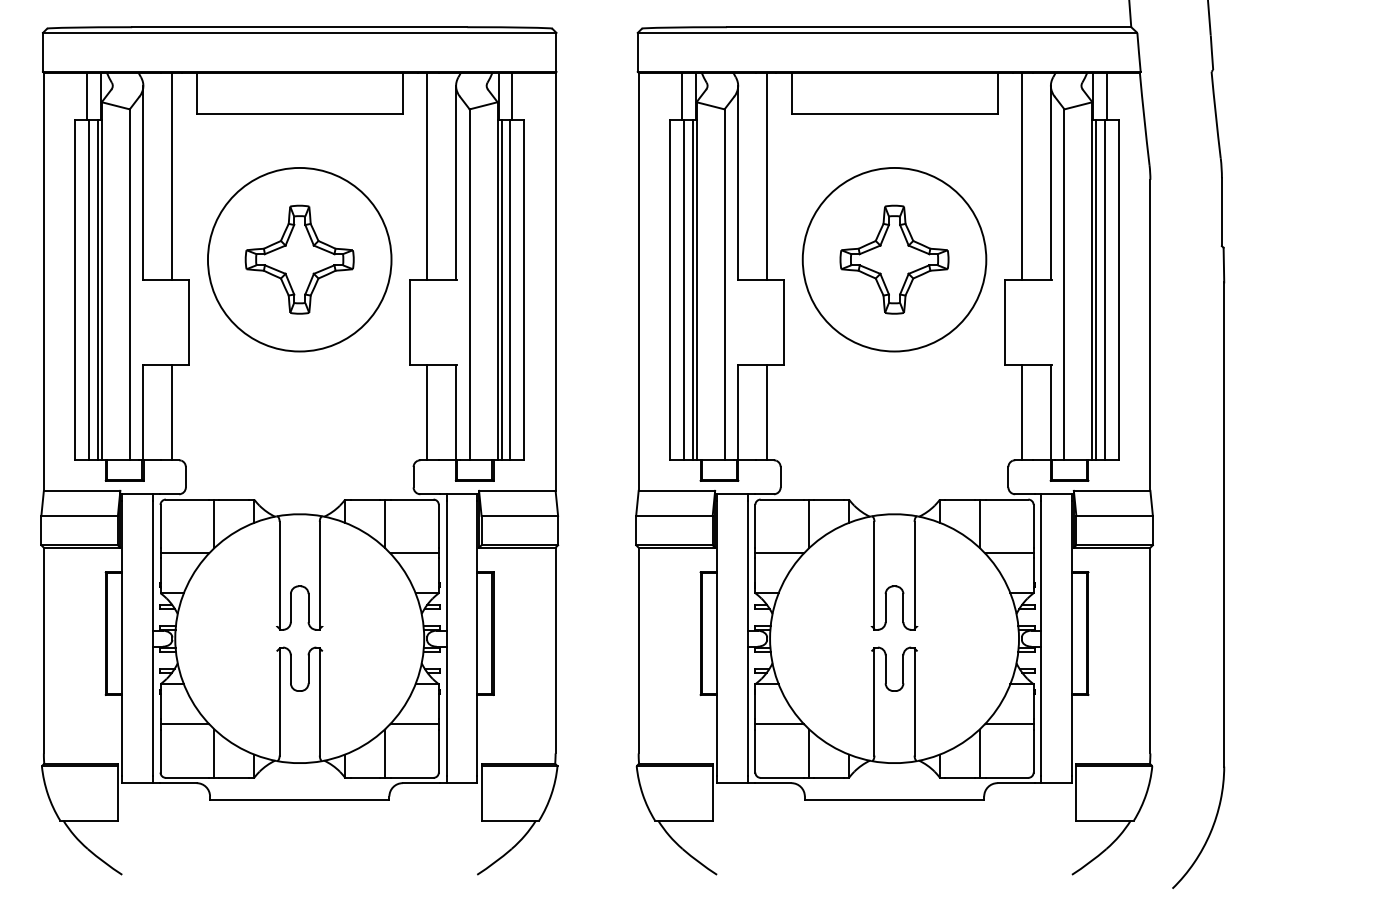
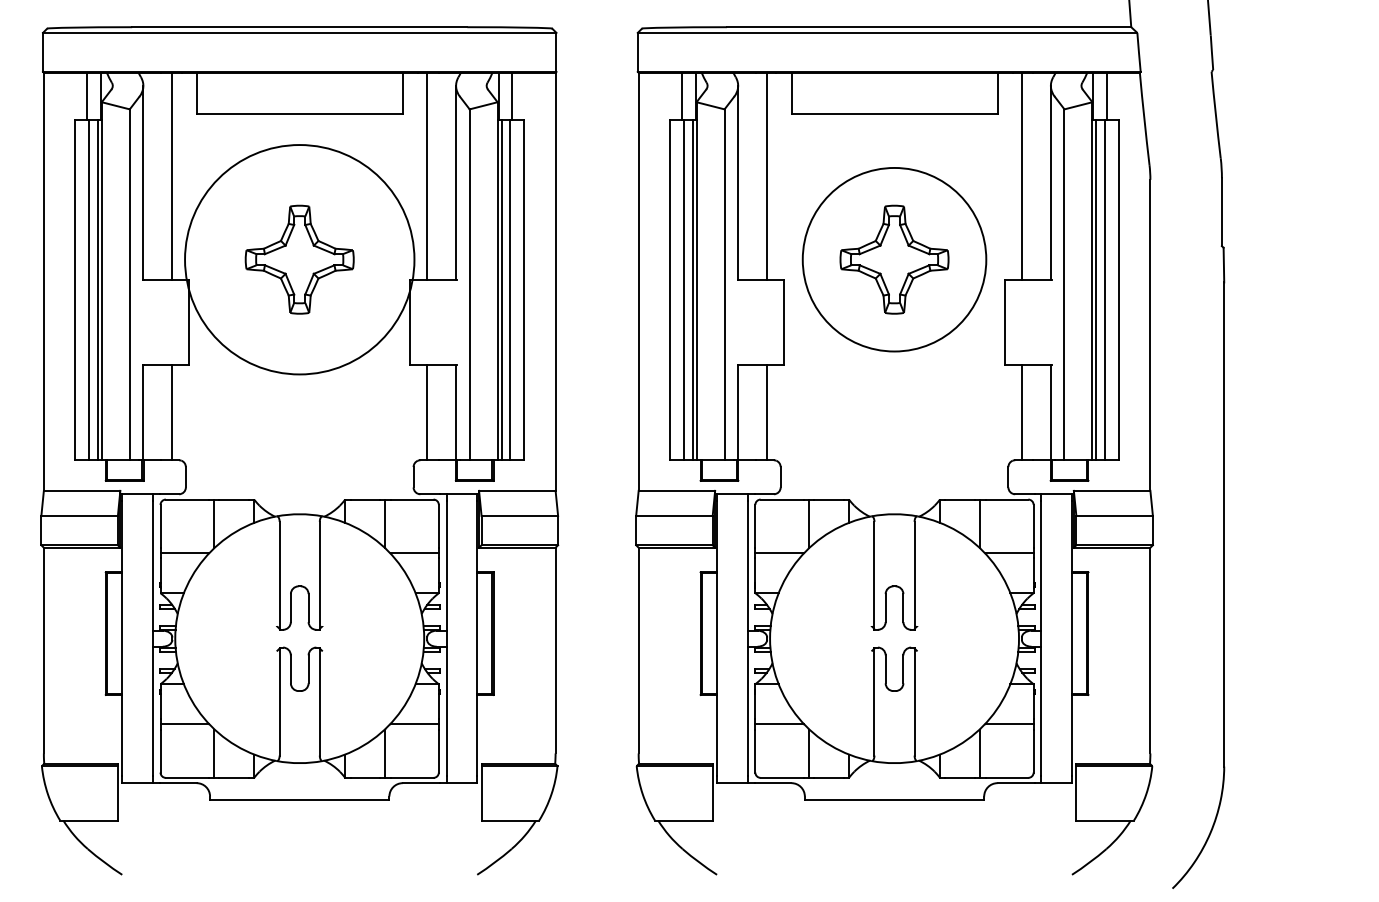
circle at (299, 259) diameter: 184 px -> 229 px
